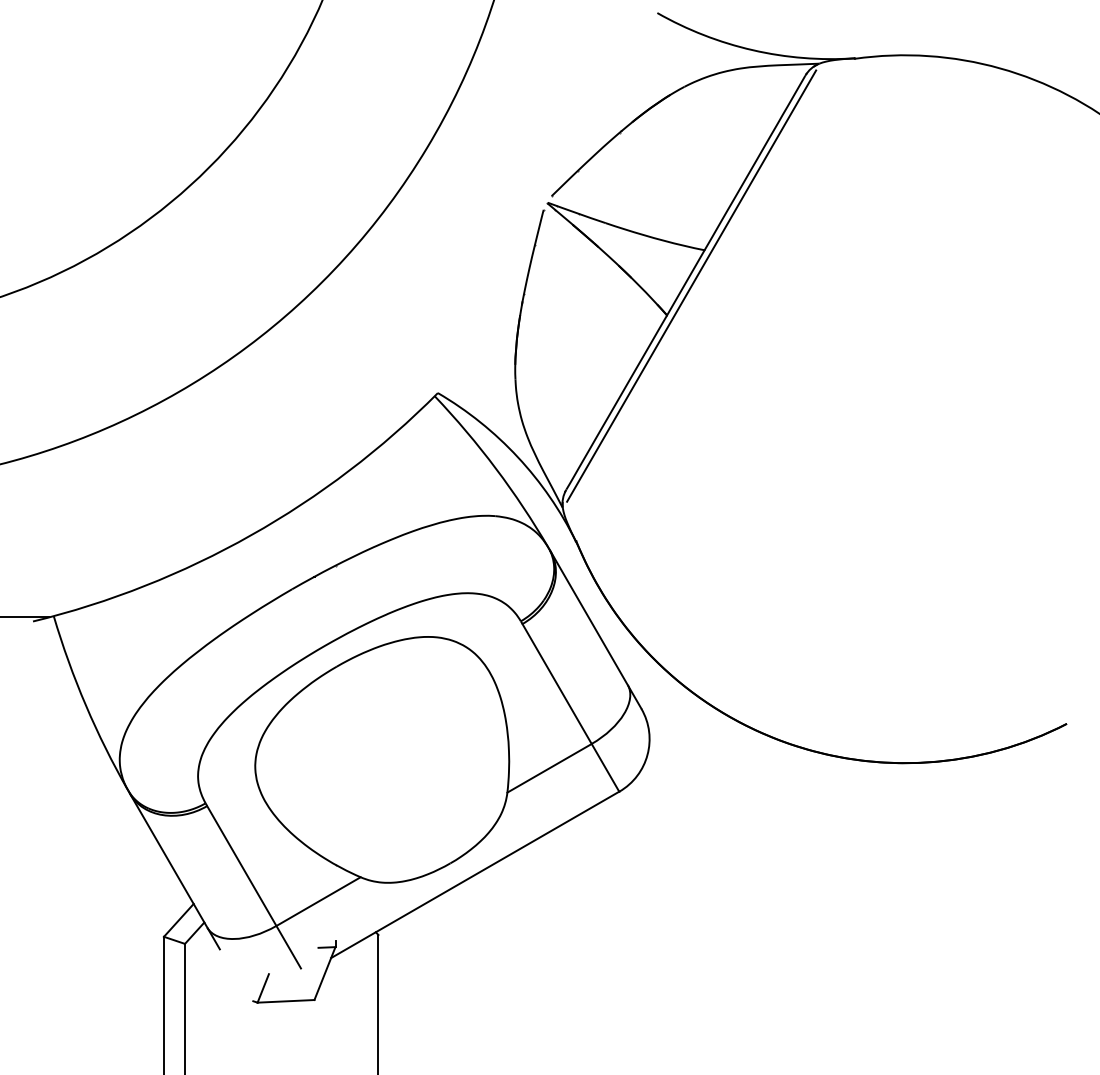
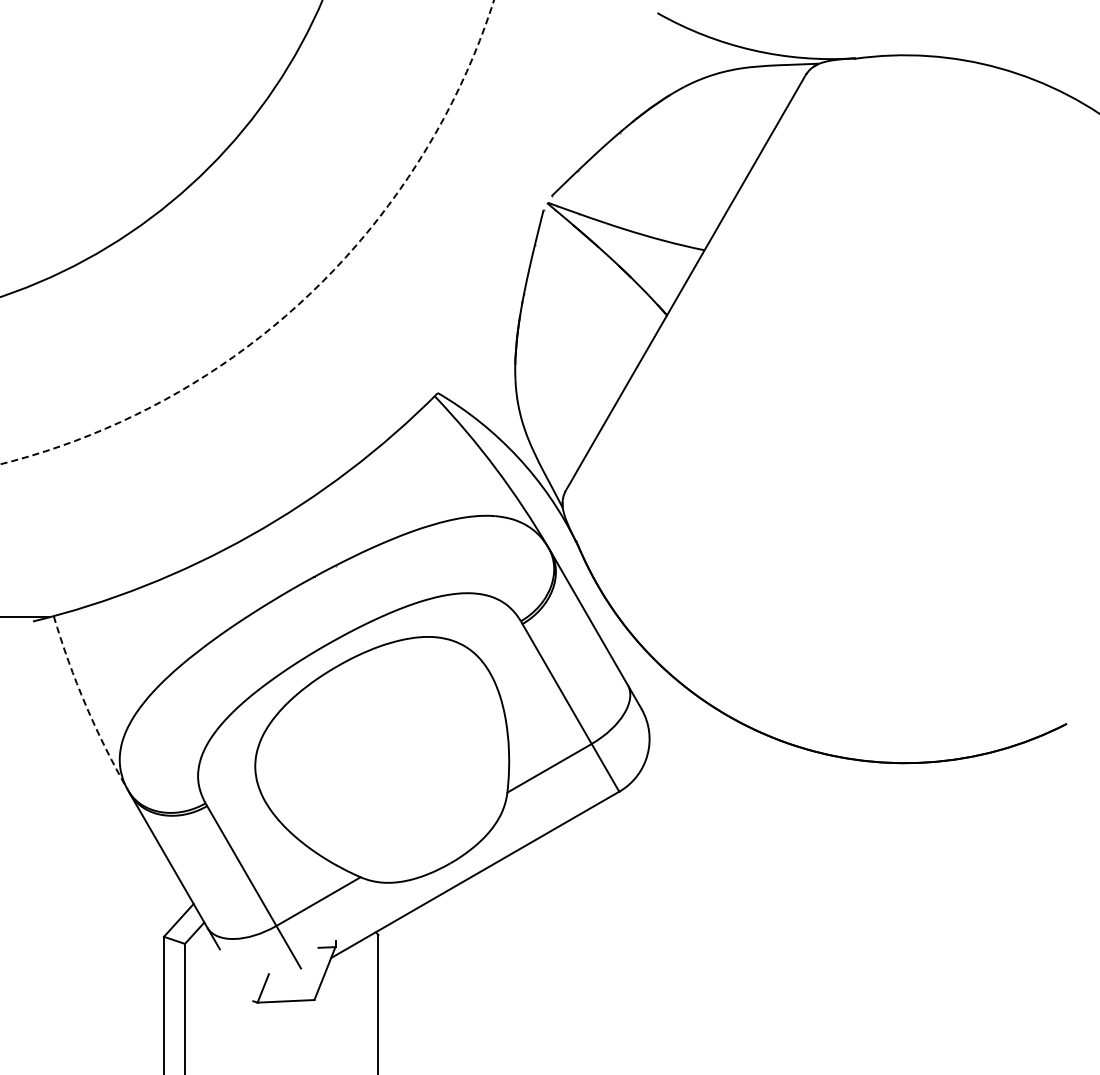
line at (691, 285): present -> none
arc at (306, 297): solid -> dashed
arc at (85, 705): solid -> dashed
